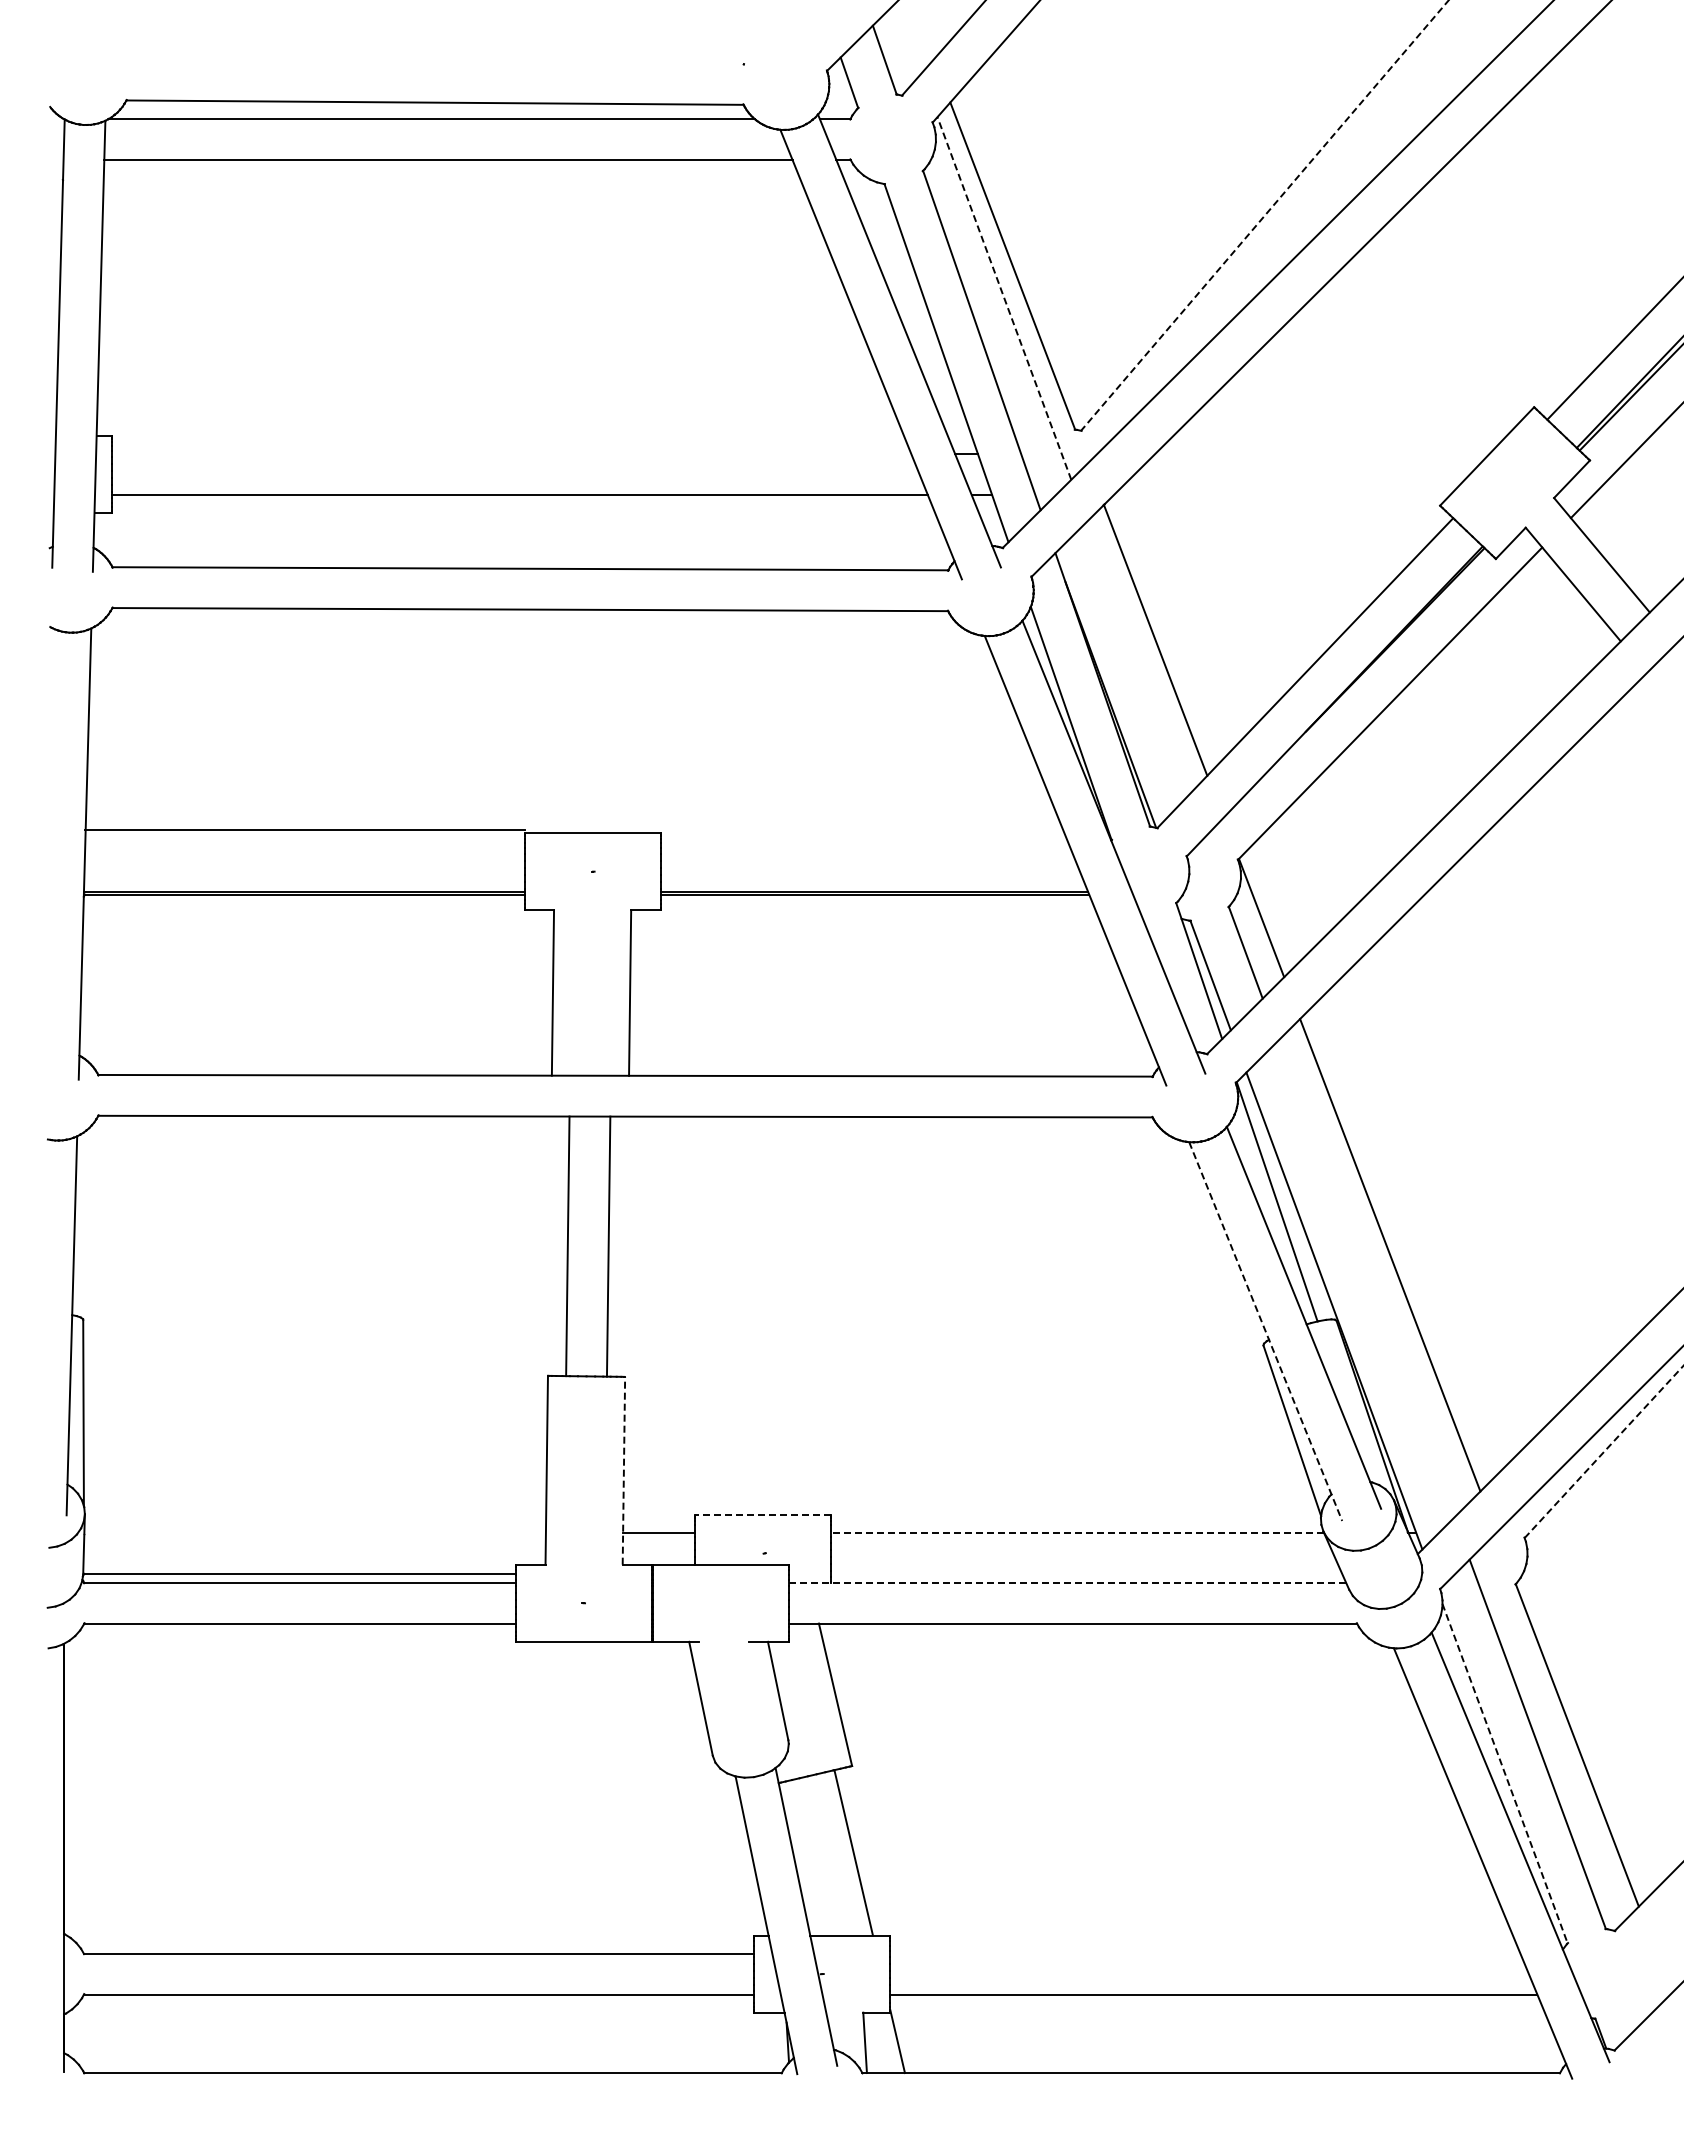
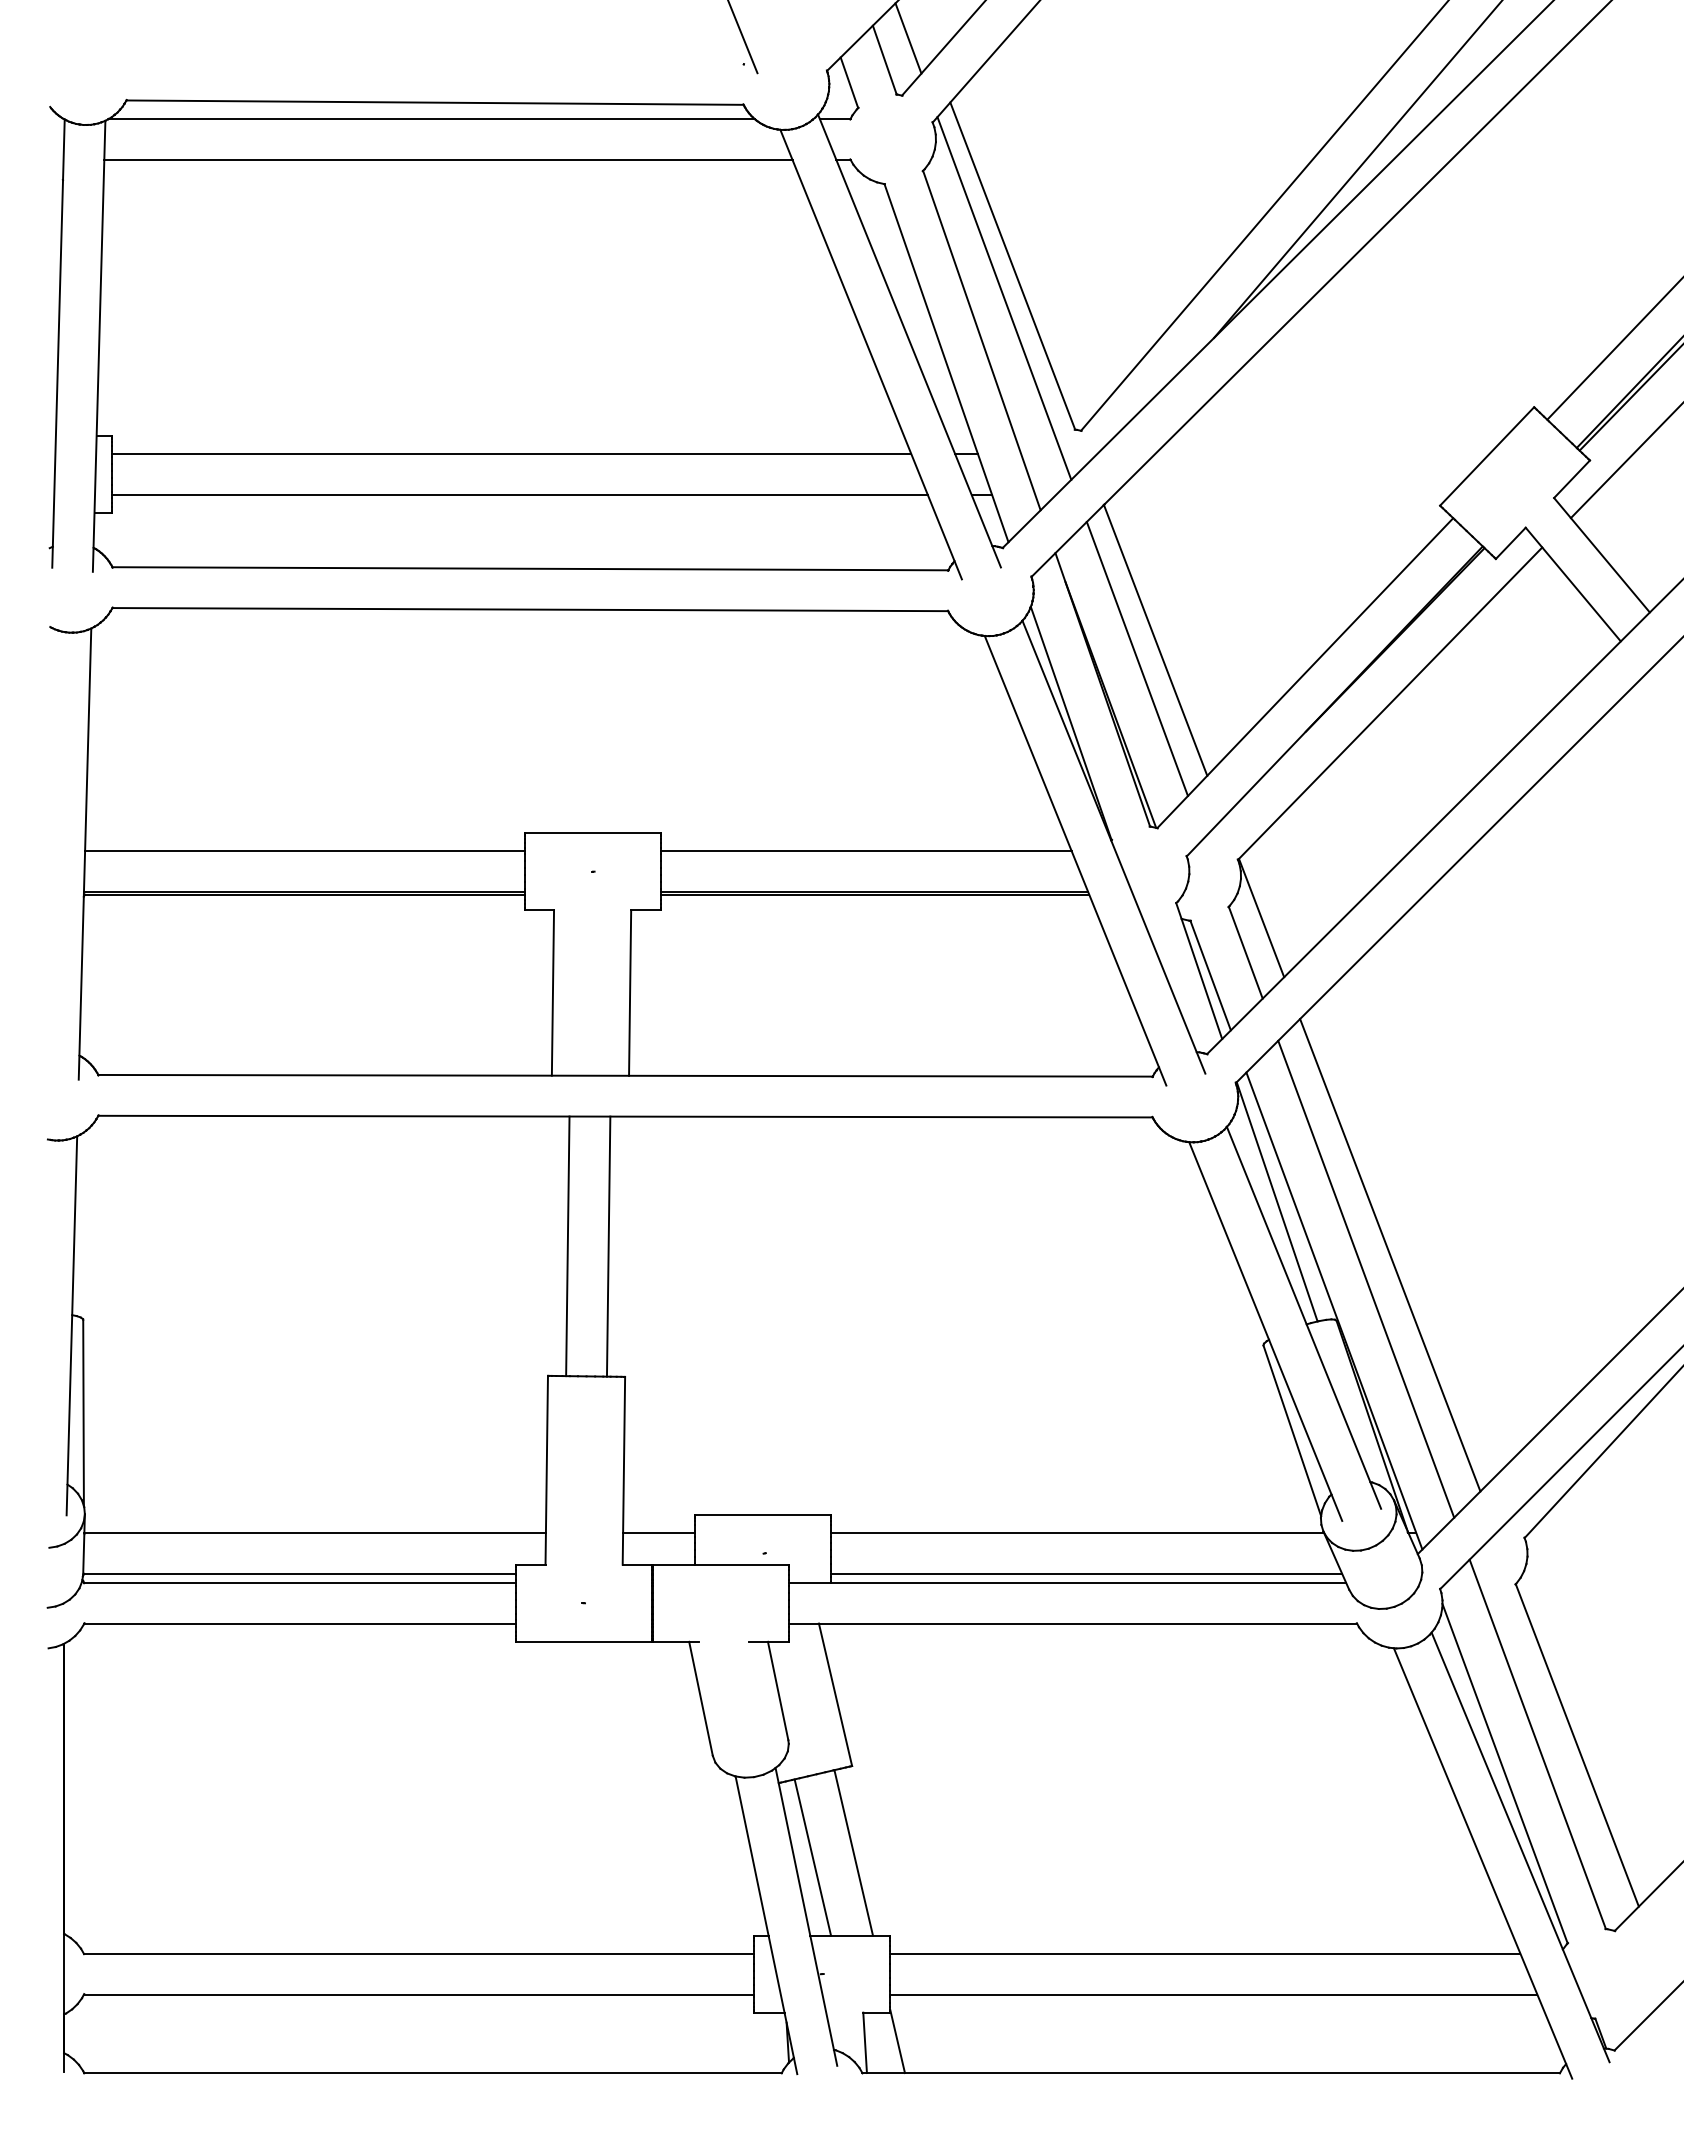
line at (743, 37): none -> present
line at (908, 38): none -> present
line at (1357, 169): none -> present
line at (1264, 215): dashed -> solid
line at (1004, 298): dashed -> solid
line at (511, 454): none -> present
line at (1136, 658): none -> present
line at (305, 830) position: (305, 830) -> (305, 851)
line at (866, 851): none -> present
line at (1366, 1278): none -> present
line at (1265, 1332): dashed -> solid
line at (1604, 1451): dashed -> solid
line at (623, 1470): dashed -> solid
line at (762, 1515): dashed -> solid
line at (314, 1533): none -> present
line at (1077, 1533): dashed -> solid
line at (1086, 1574): none -> present
line at (1067, 1582): dashed -> solid
line at (1505, 1773): dashed -> solid
line at (812, 1857): none -> present
line at (1205, 1953): none -> present
